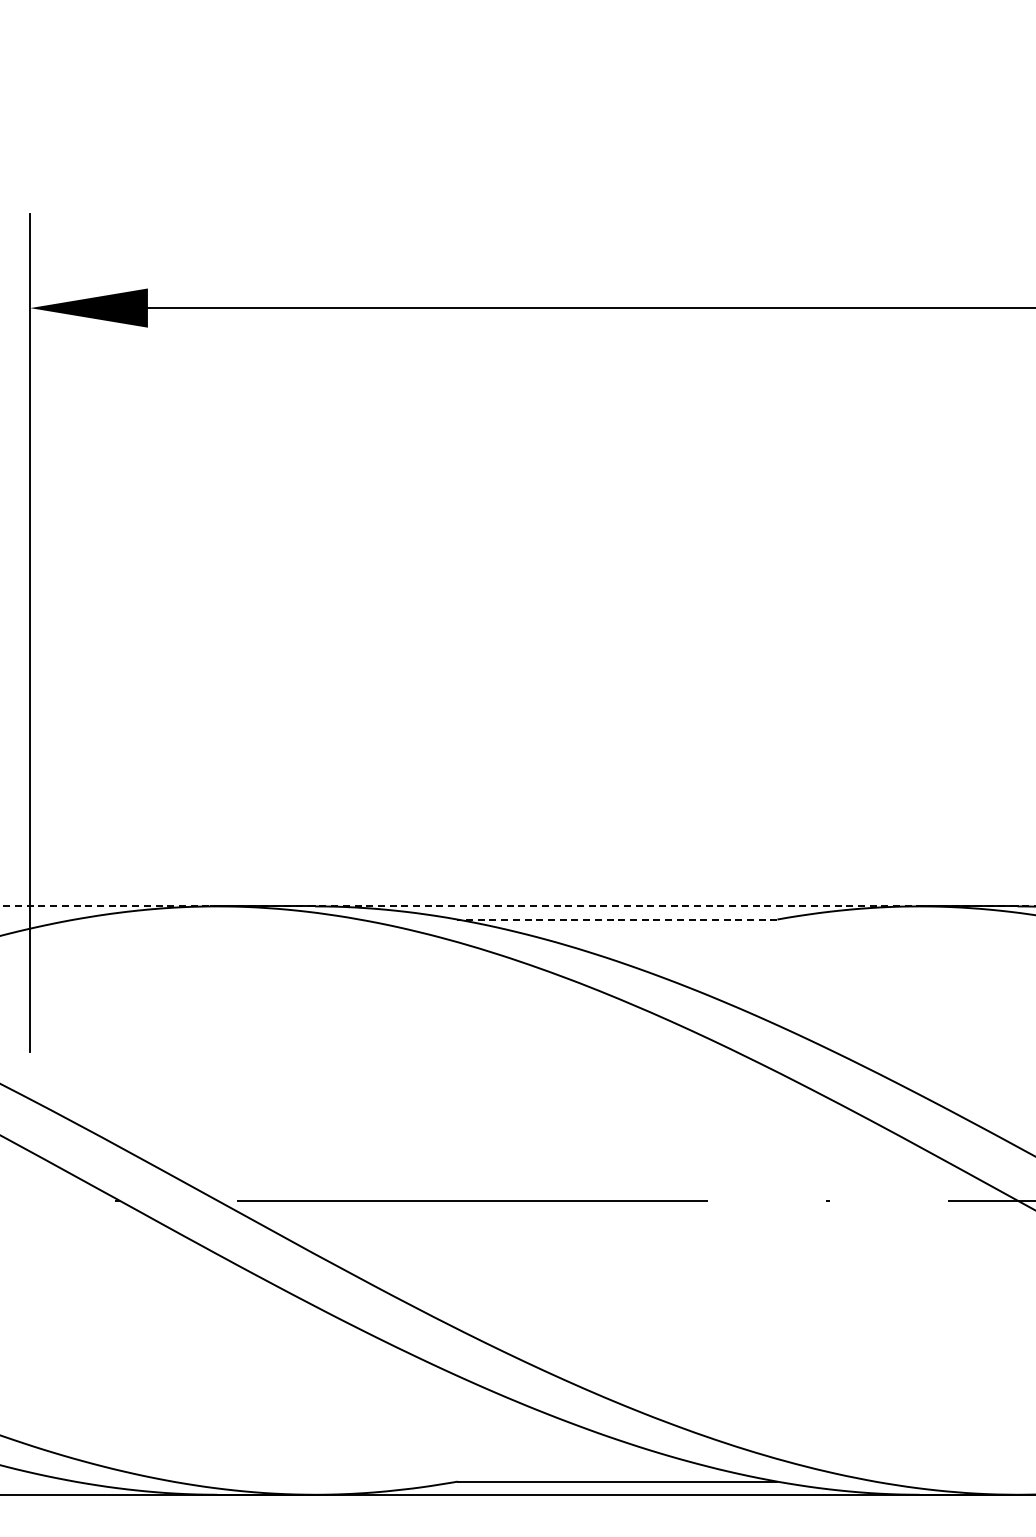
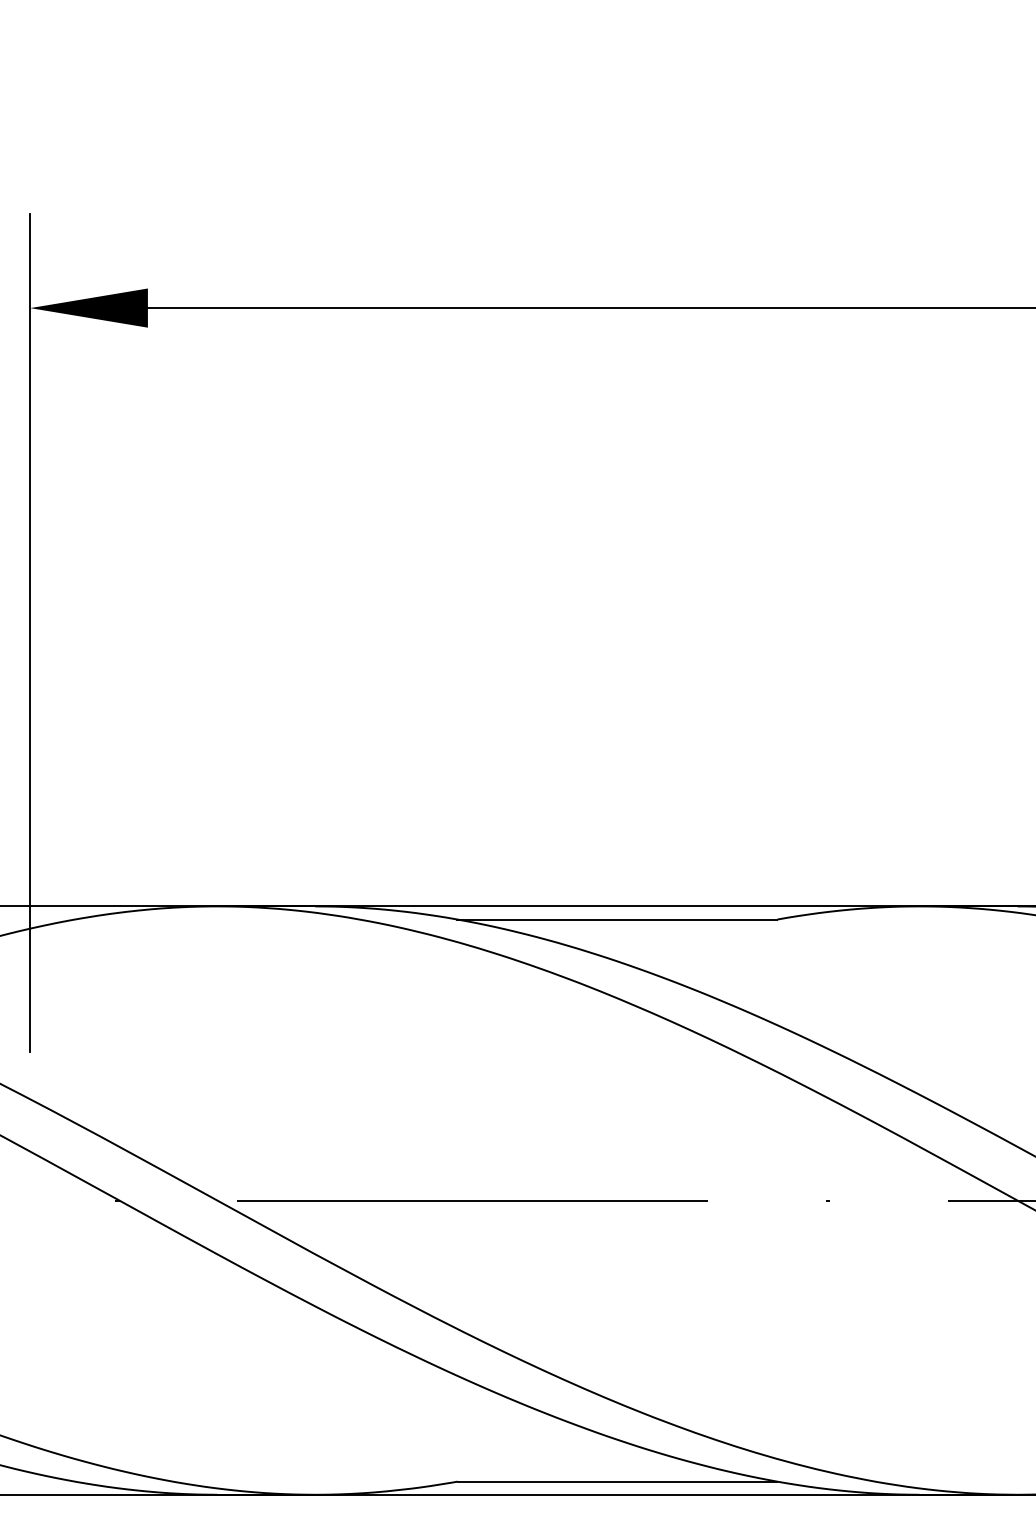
line at (518, 906): dashed -> solid
line at (617, 919): dashed -> solid
